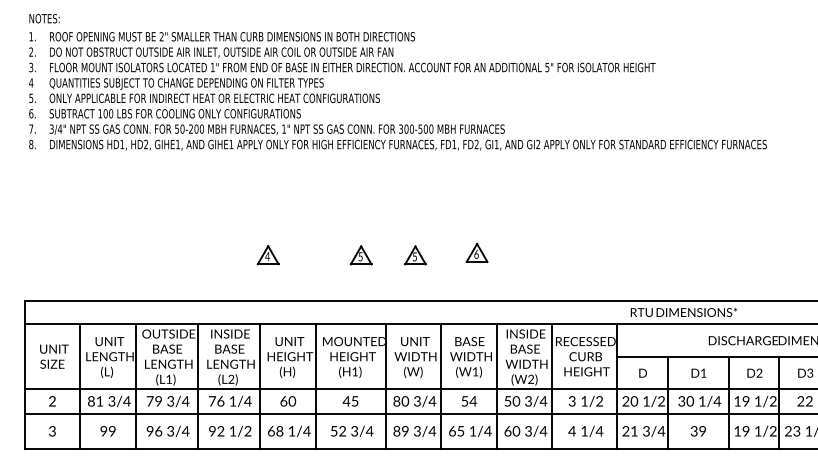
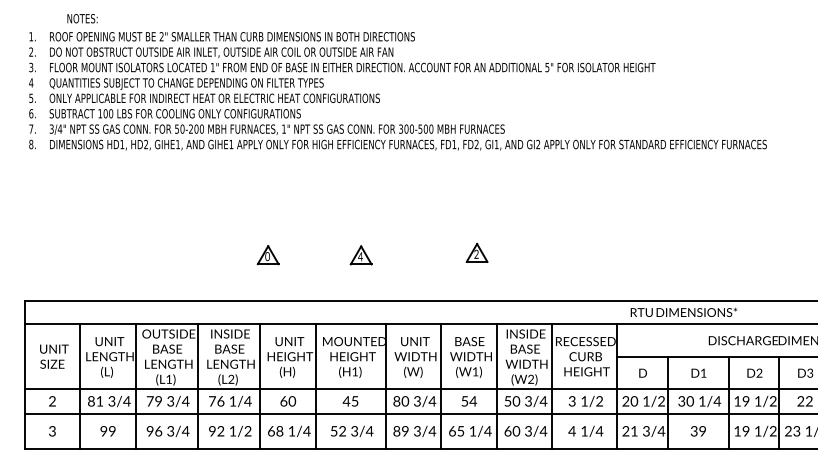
text at (44, 18) position: (44, 18) -> (82, 18)
text at (476, 253): 6 -> 2
part at (415, 255): present -> none
text at (267, 256): 4 -> 0
text at (360, 256): 5 -> 4
